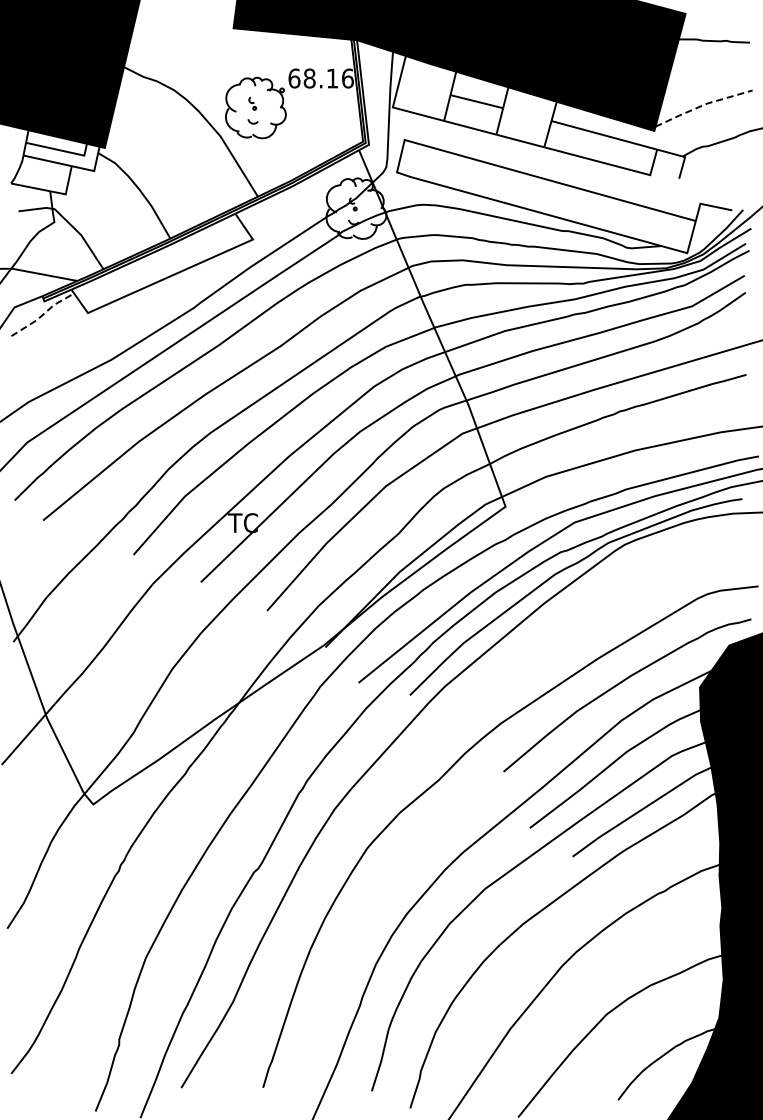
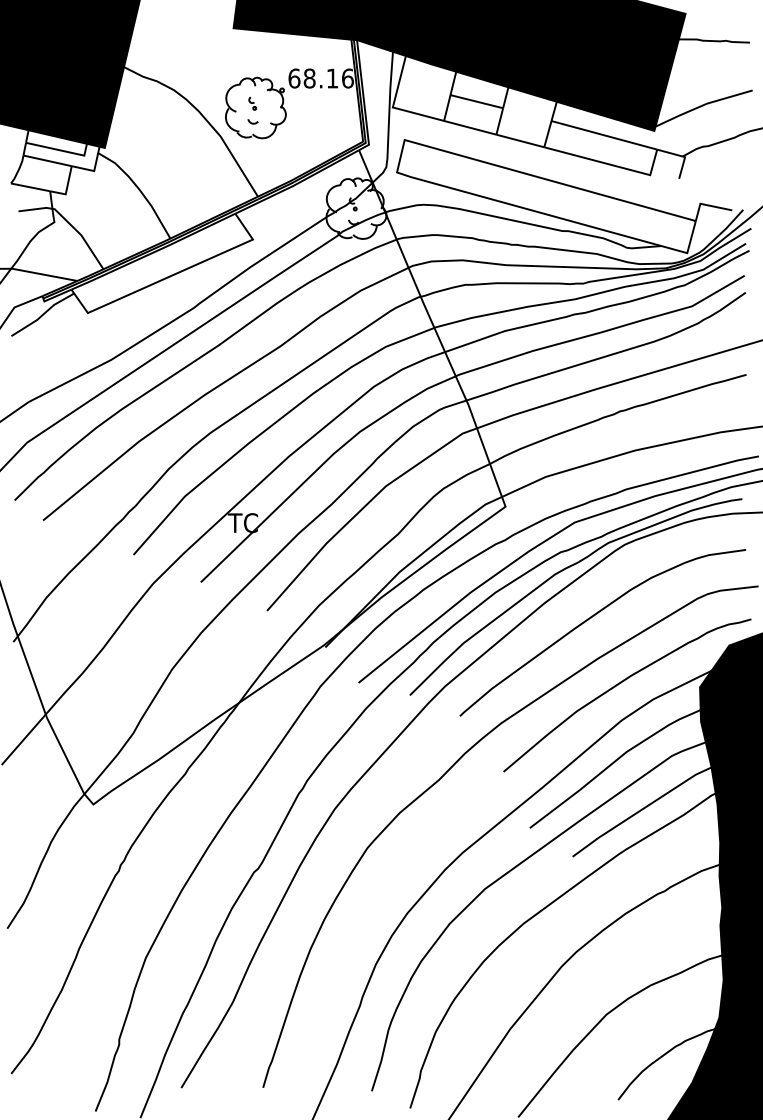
line at (702, 105): dashed -> solid
line at (43, 314): dashed -> solid
curve at (591, 618): none -> present
